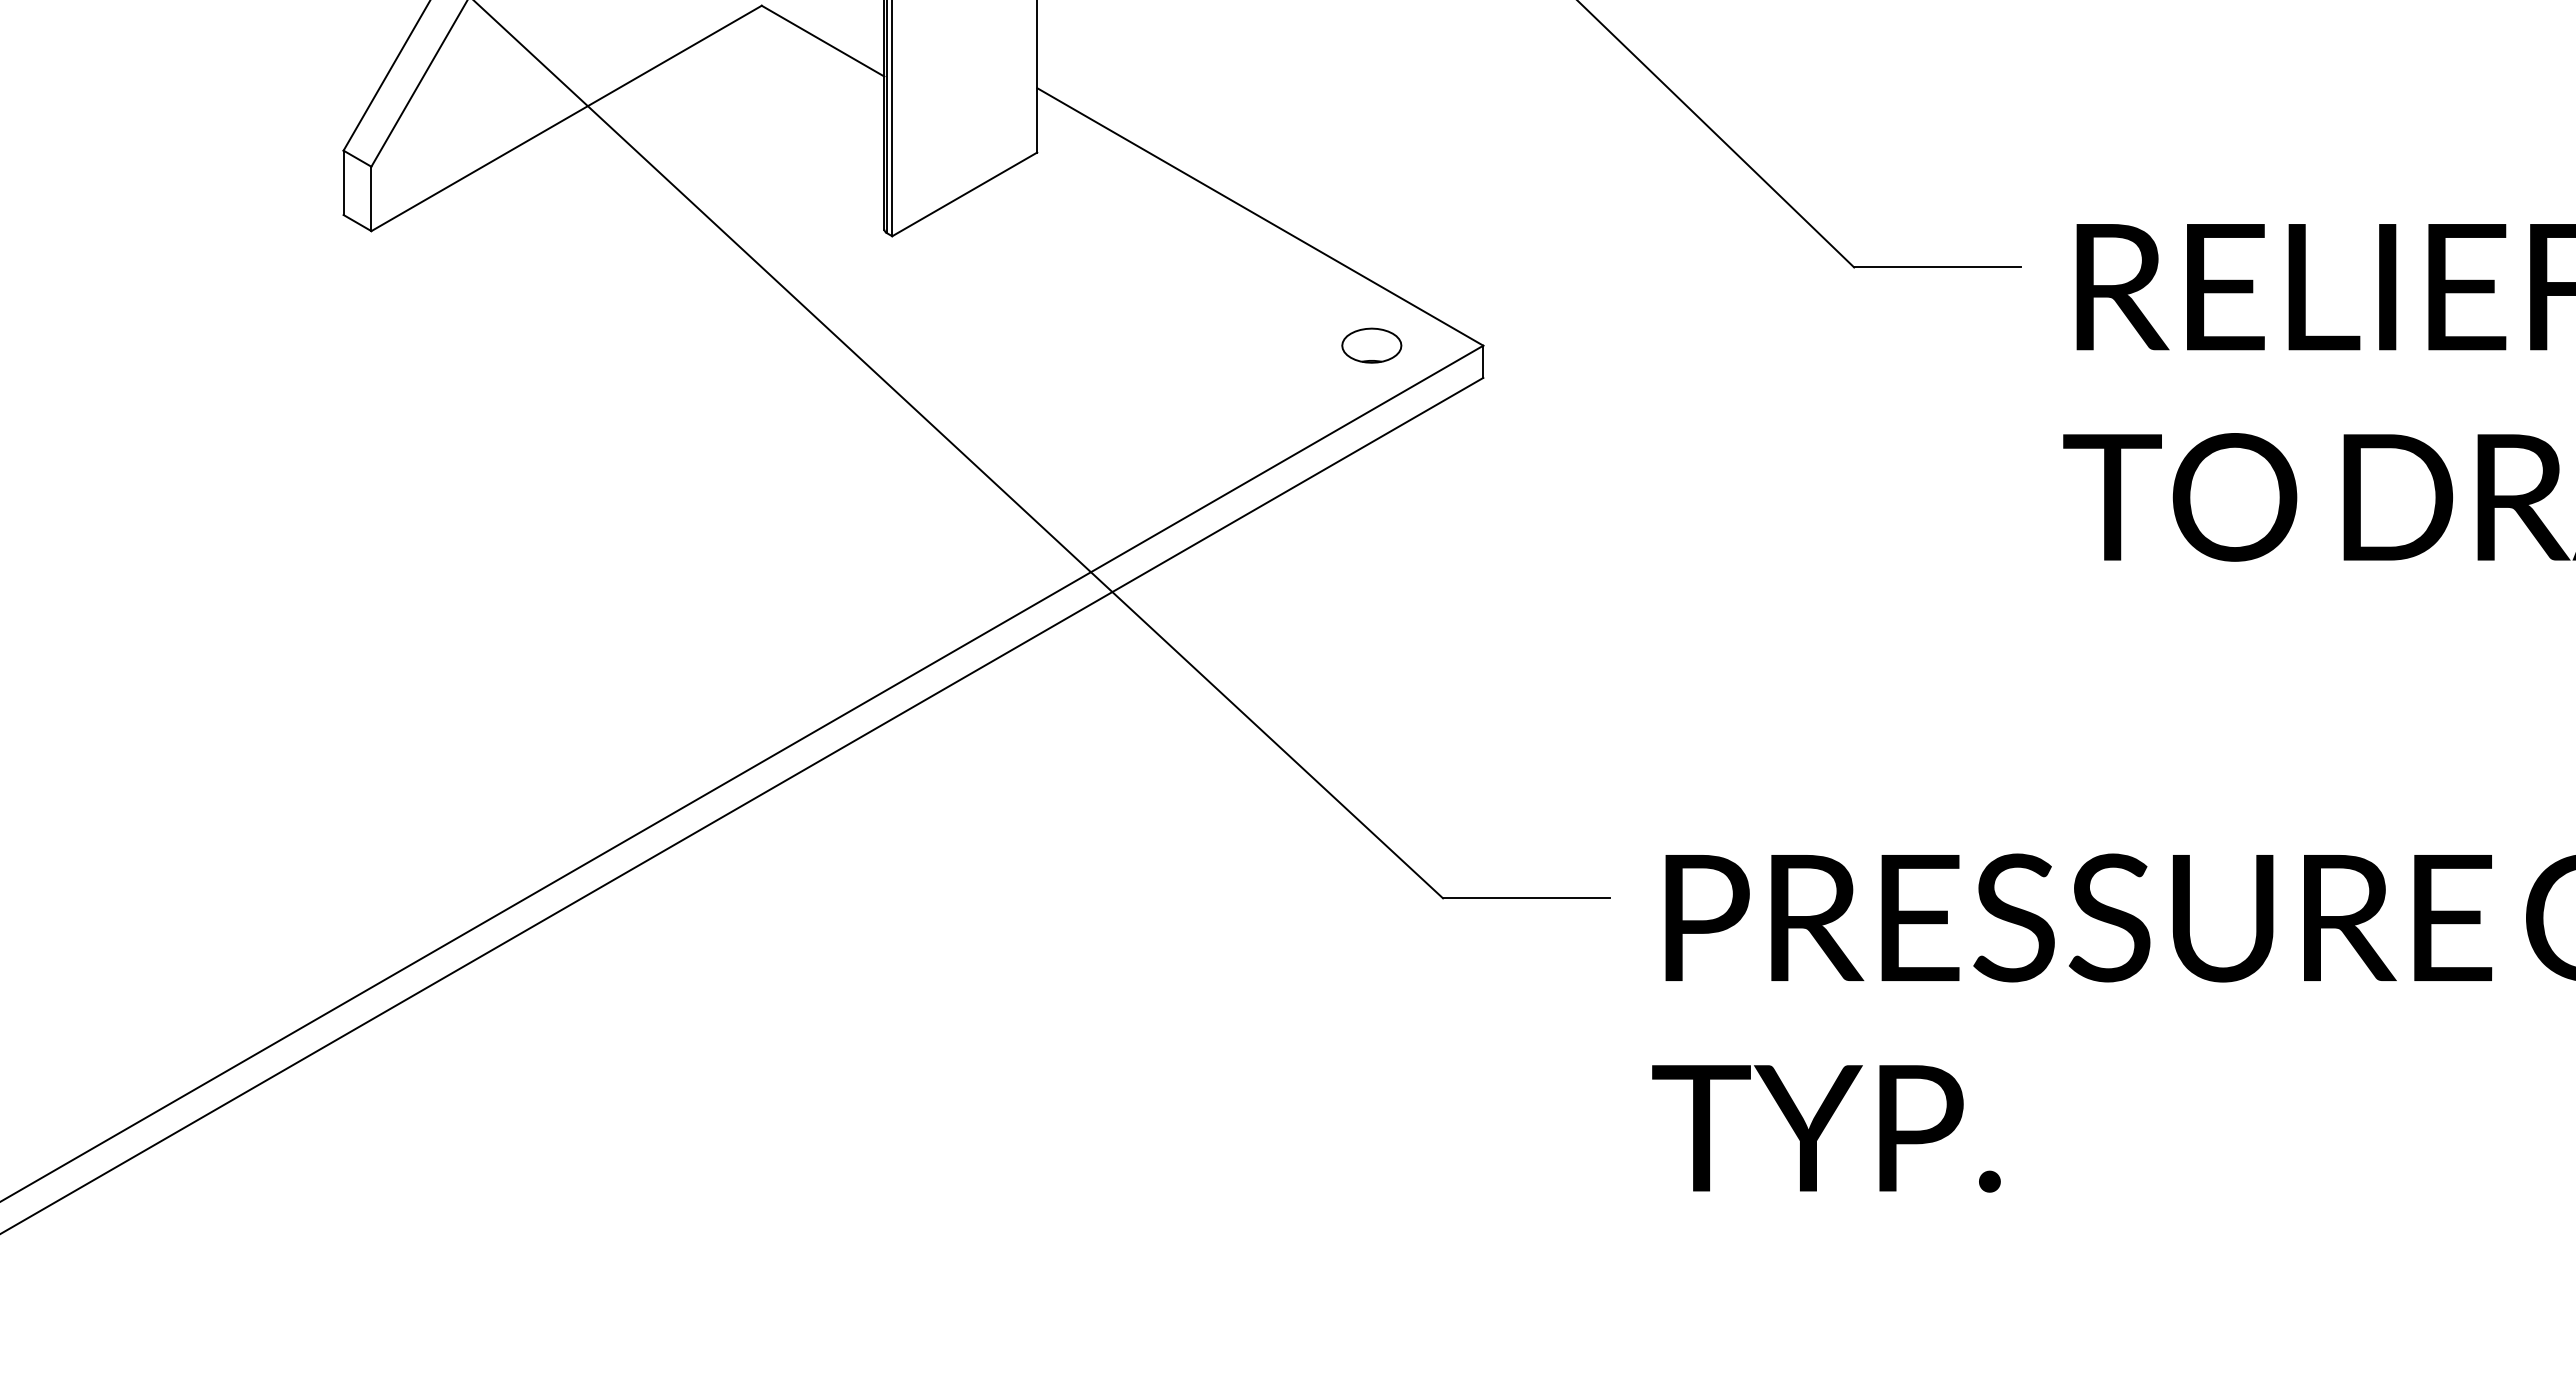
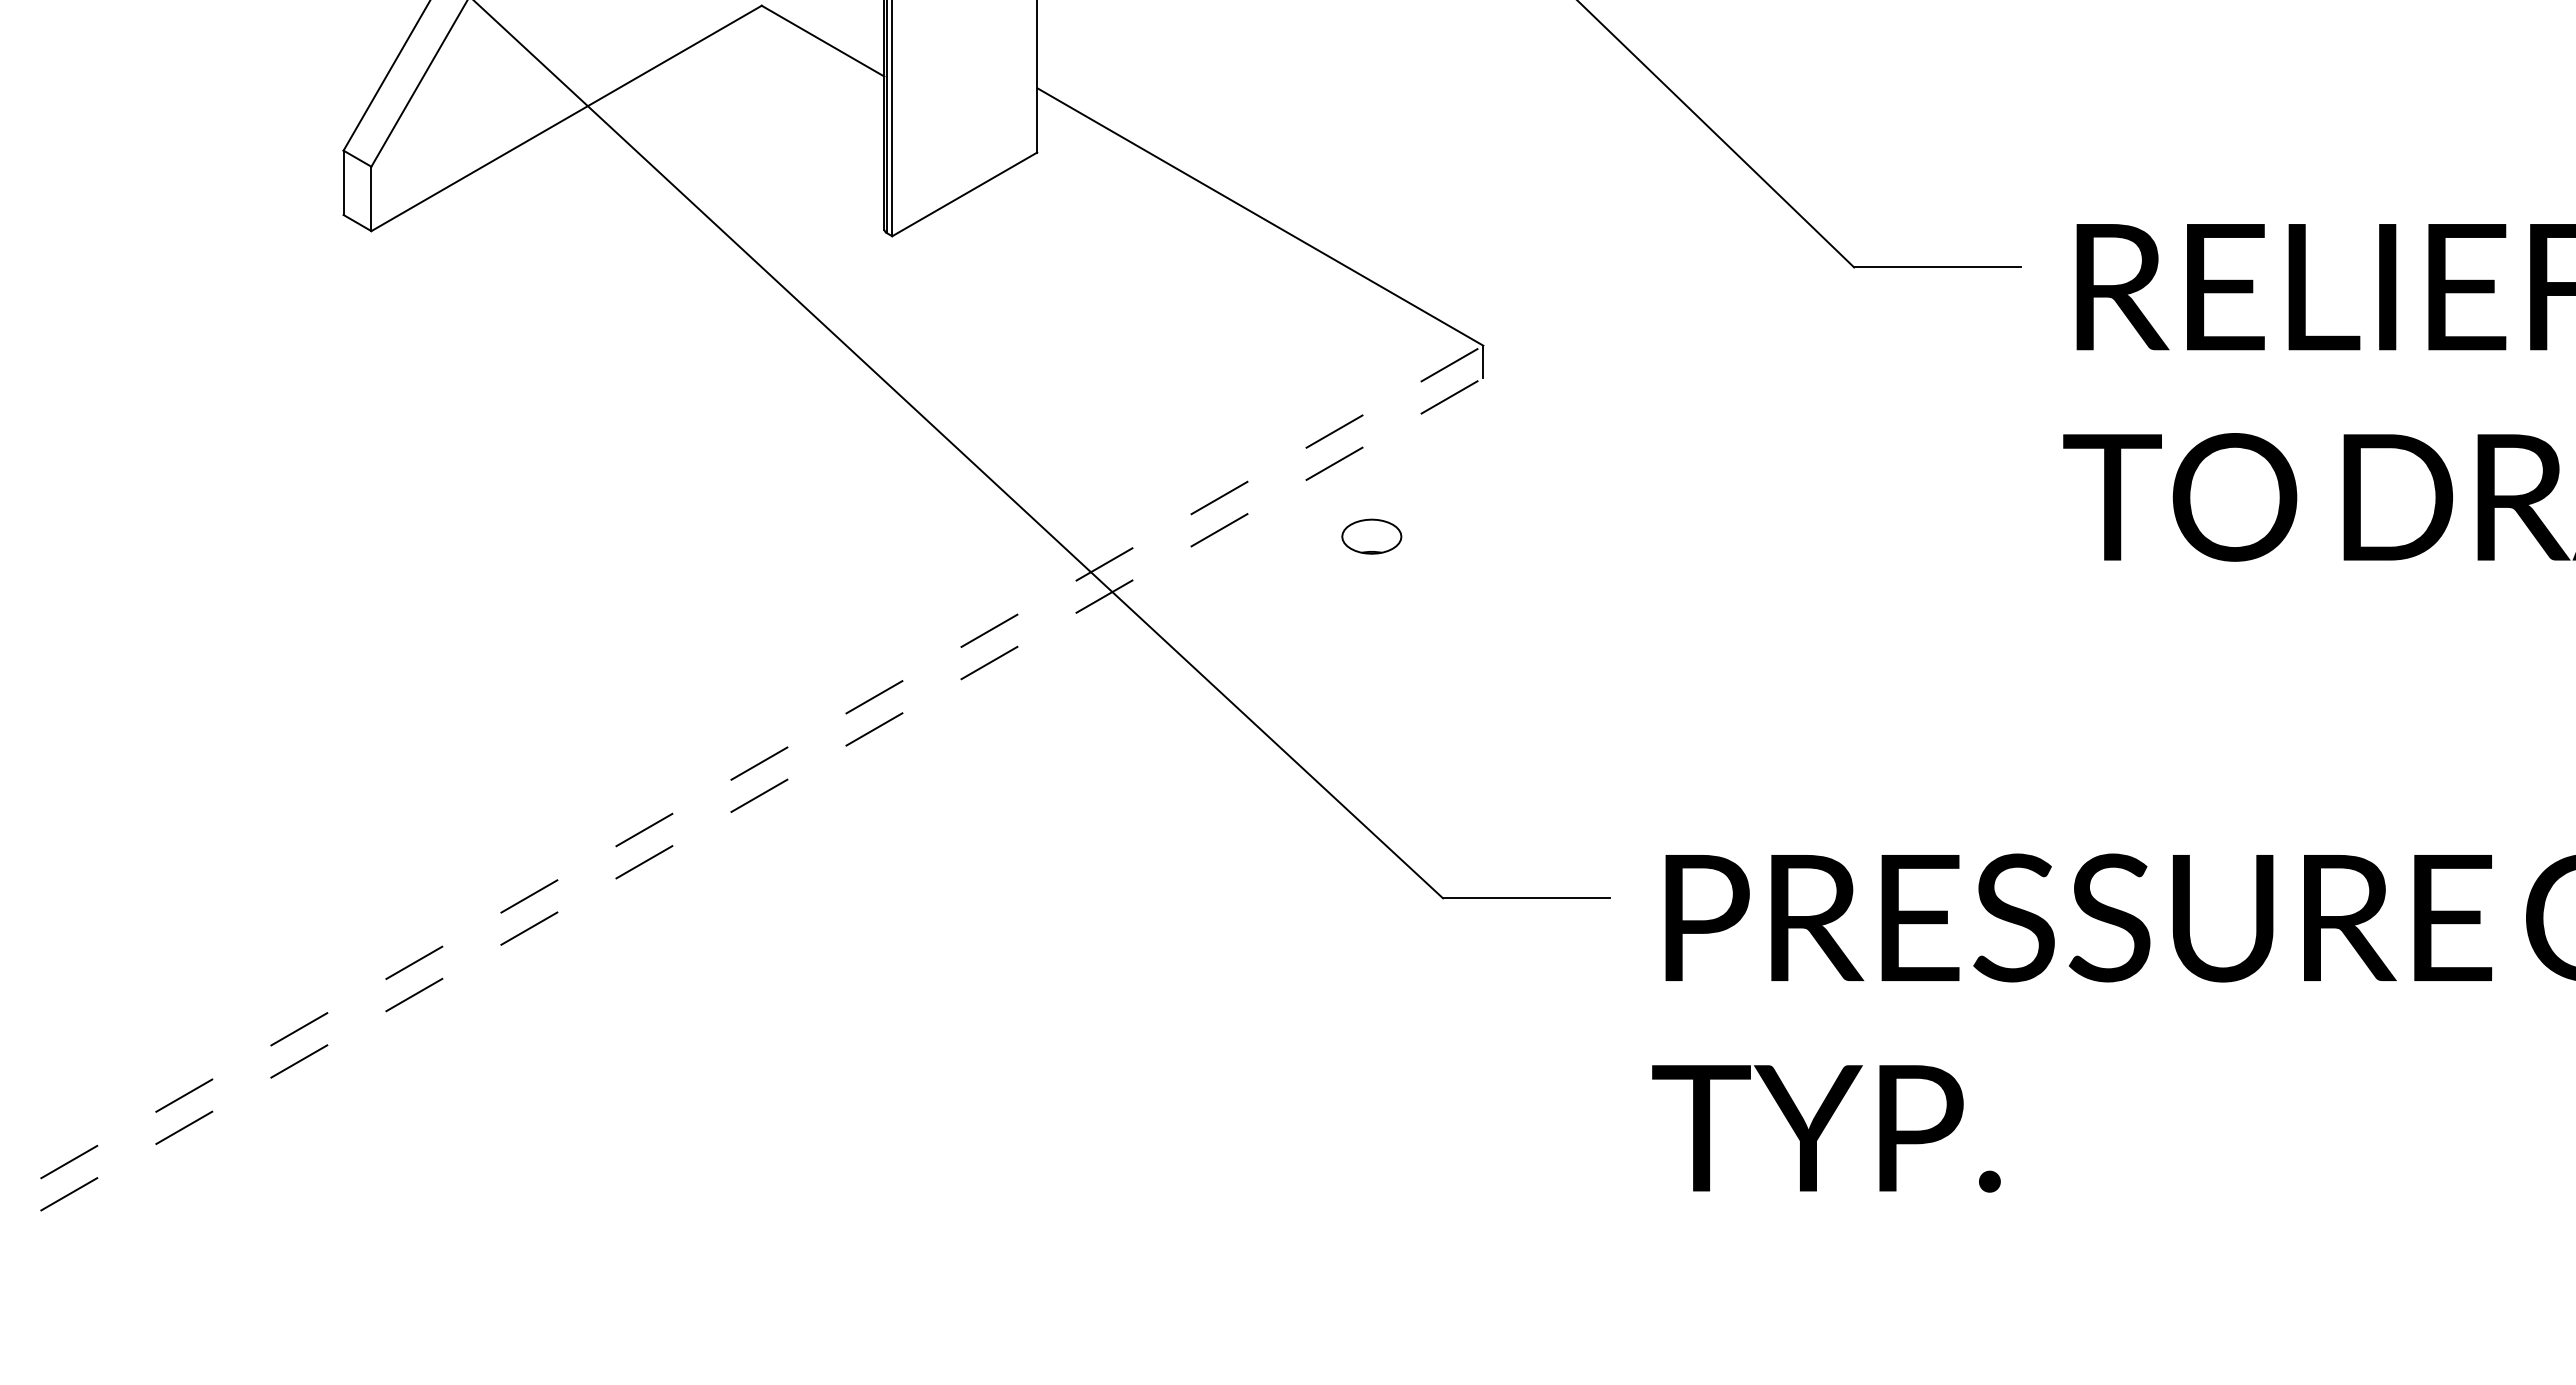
part at (1371, 345) position: (1371, 345) -> (1371, 536)
line at (742, 773): solid -> dashed
line at (742, 805): solid -> dashed
